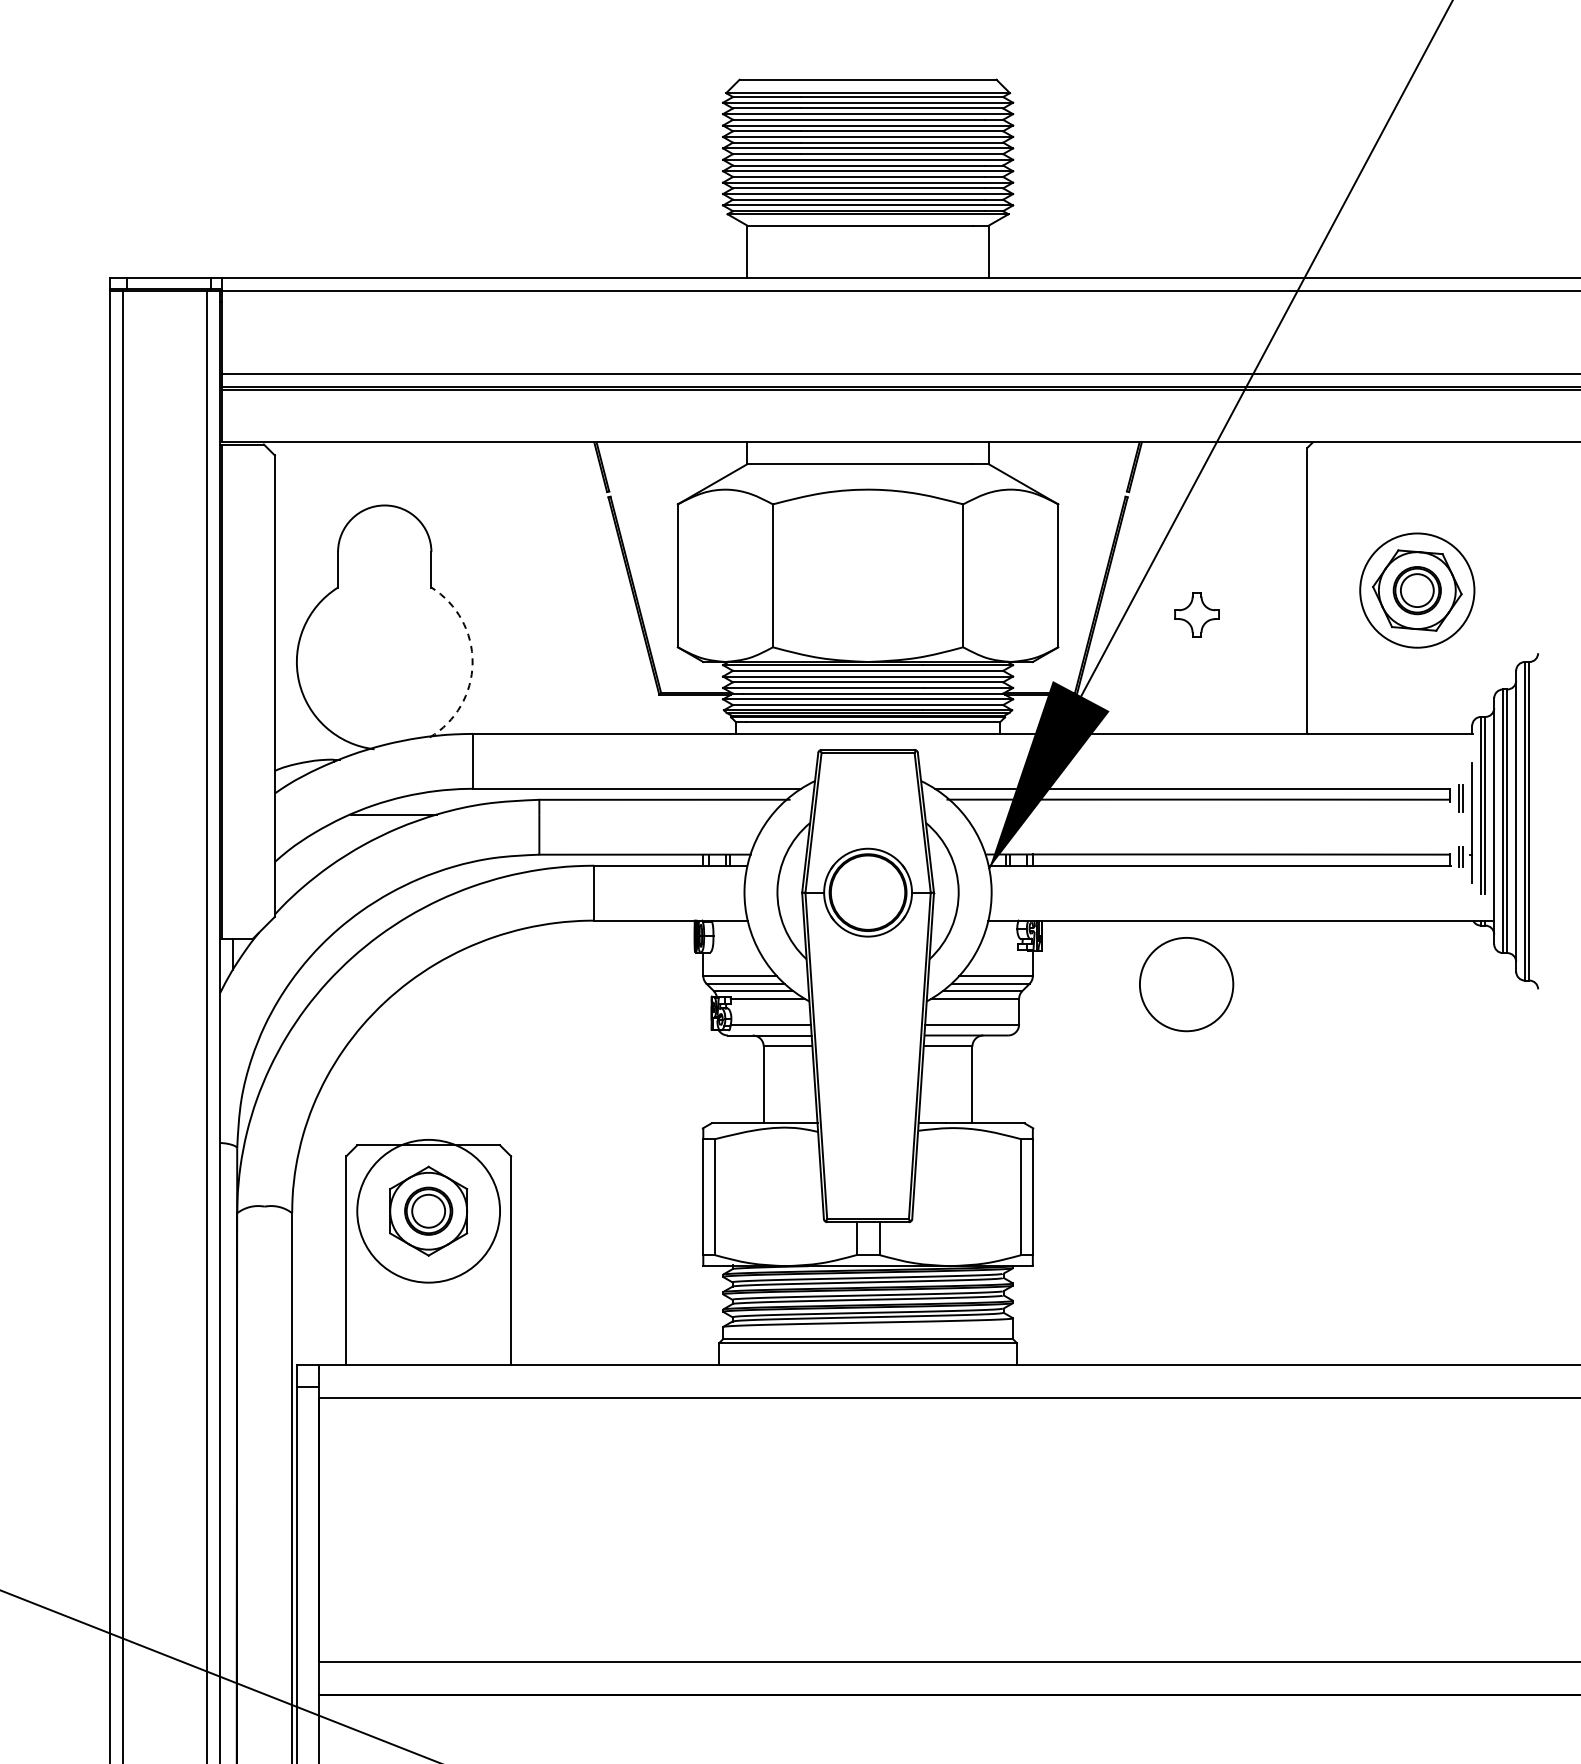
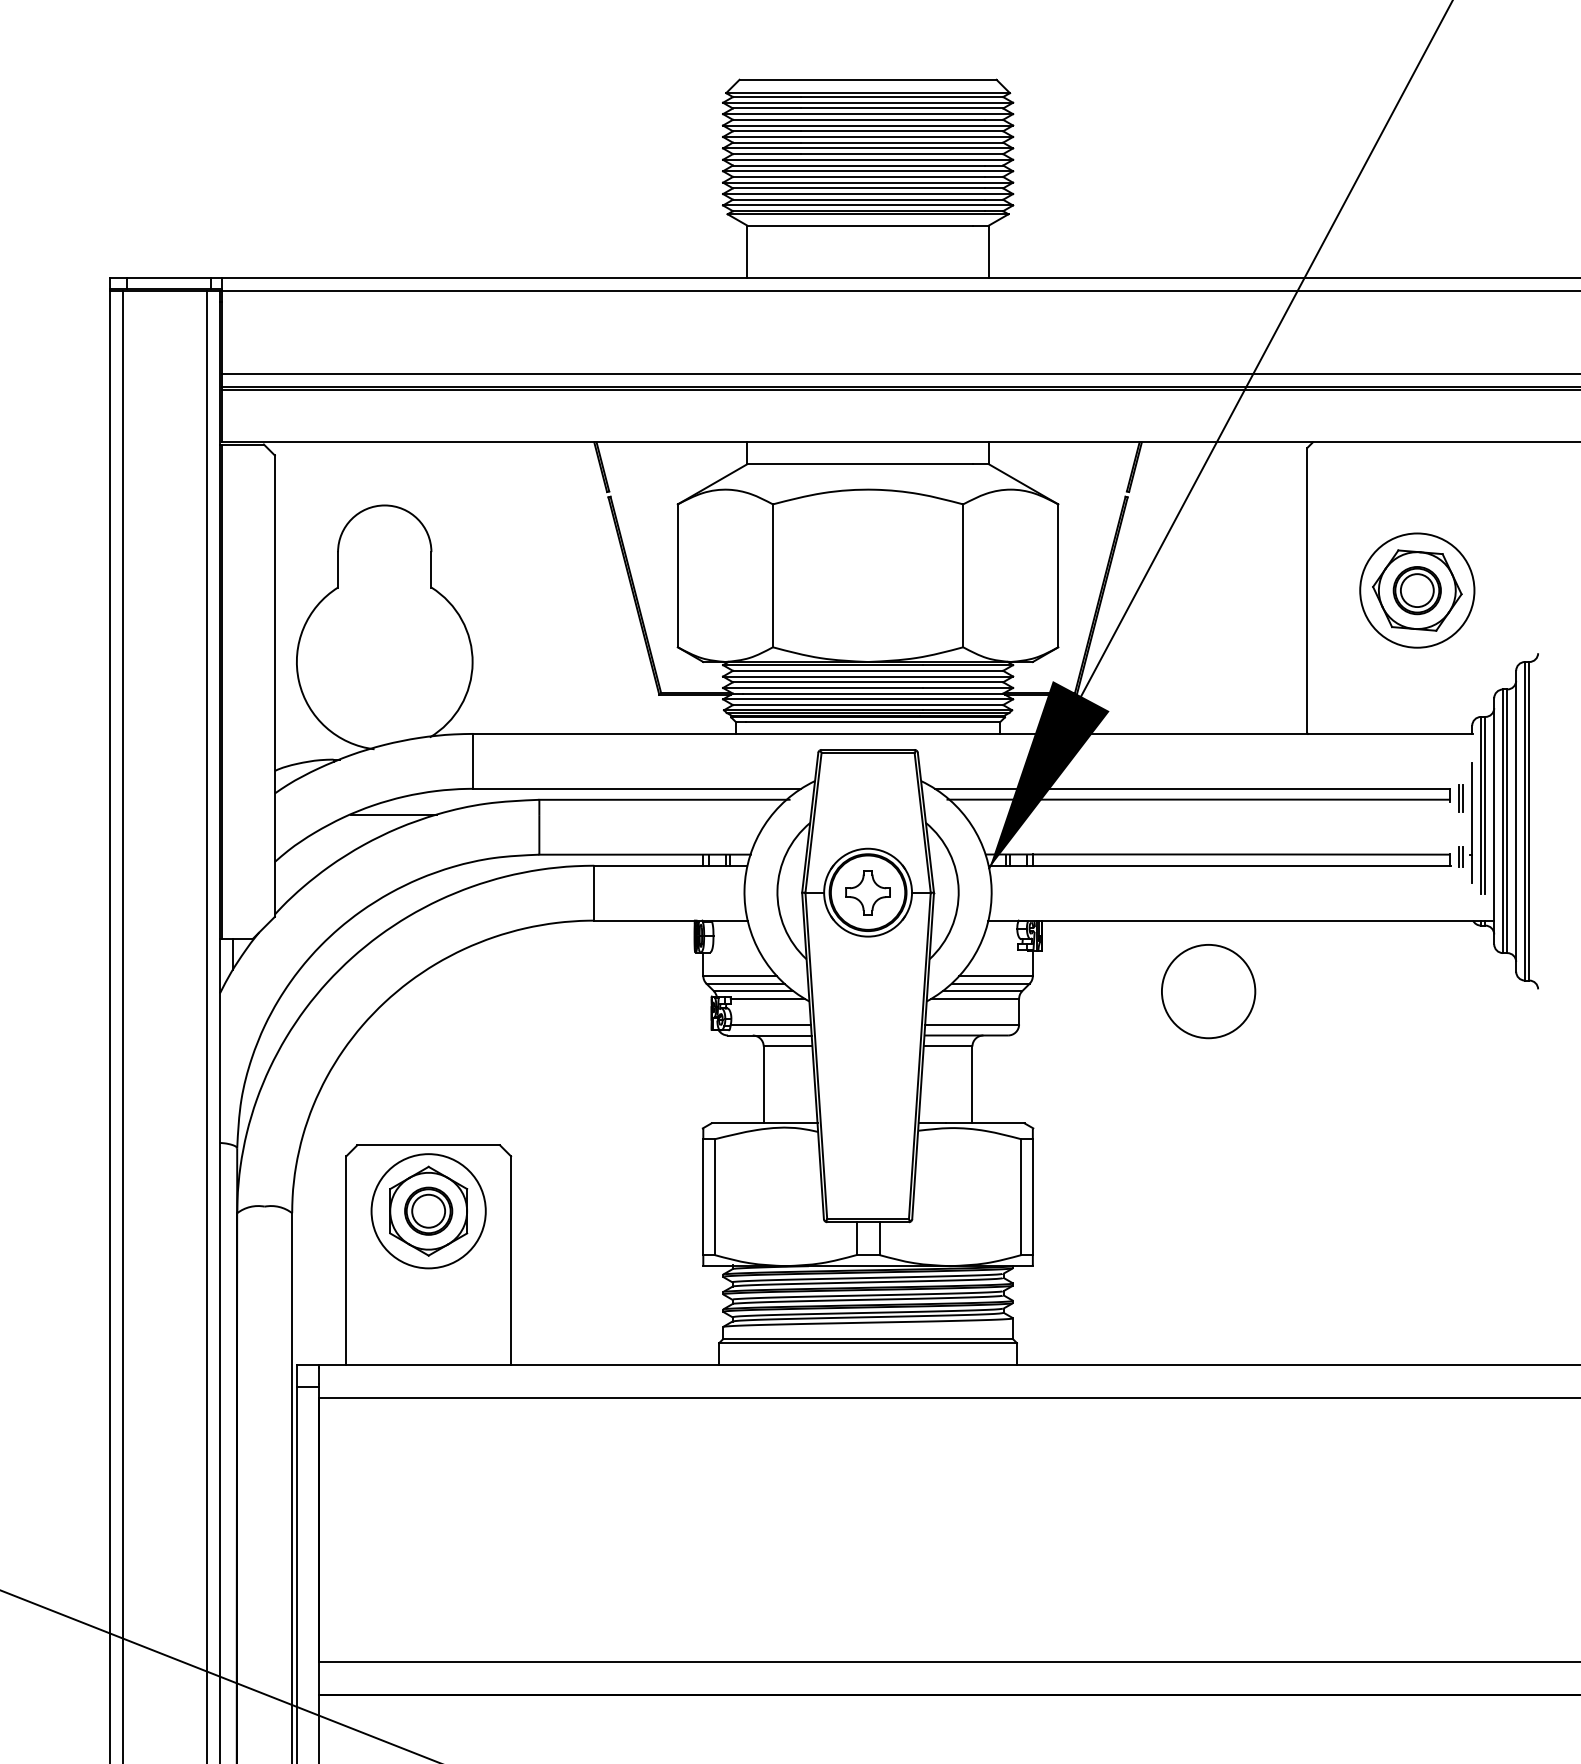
part at (1196, 614) position: (1196, 614) -> (867, 892)
arc at (472, 662): dashed -> solid
circle at (1186, 984) position: (1186, 984) -> (1208, 991)
circle at (428, 1210) diameter: 143 px -> 114 px
